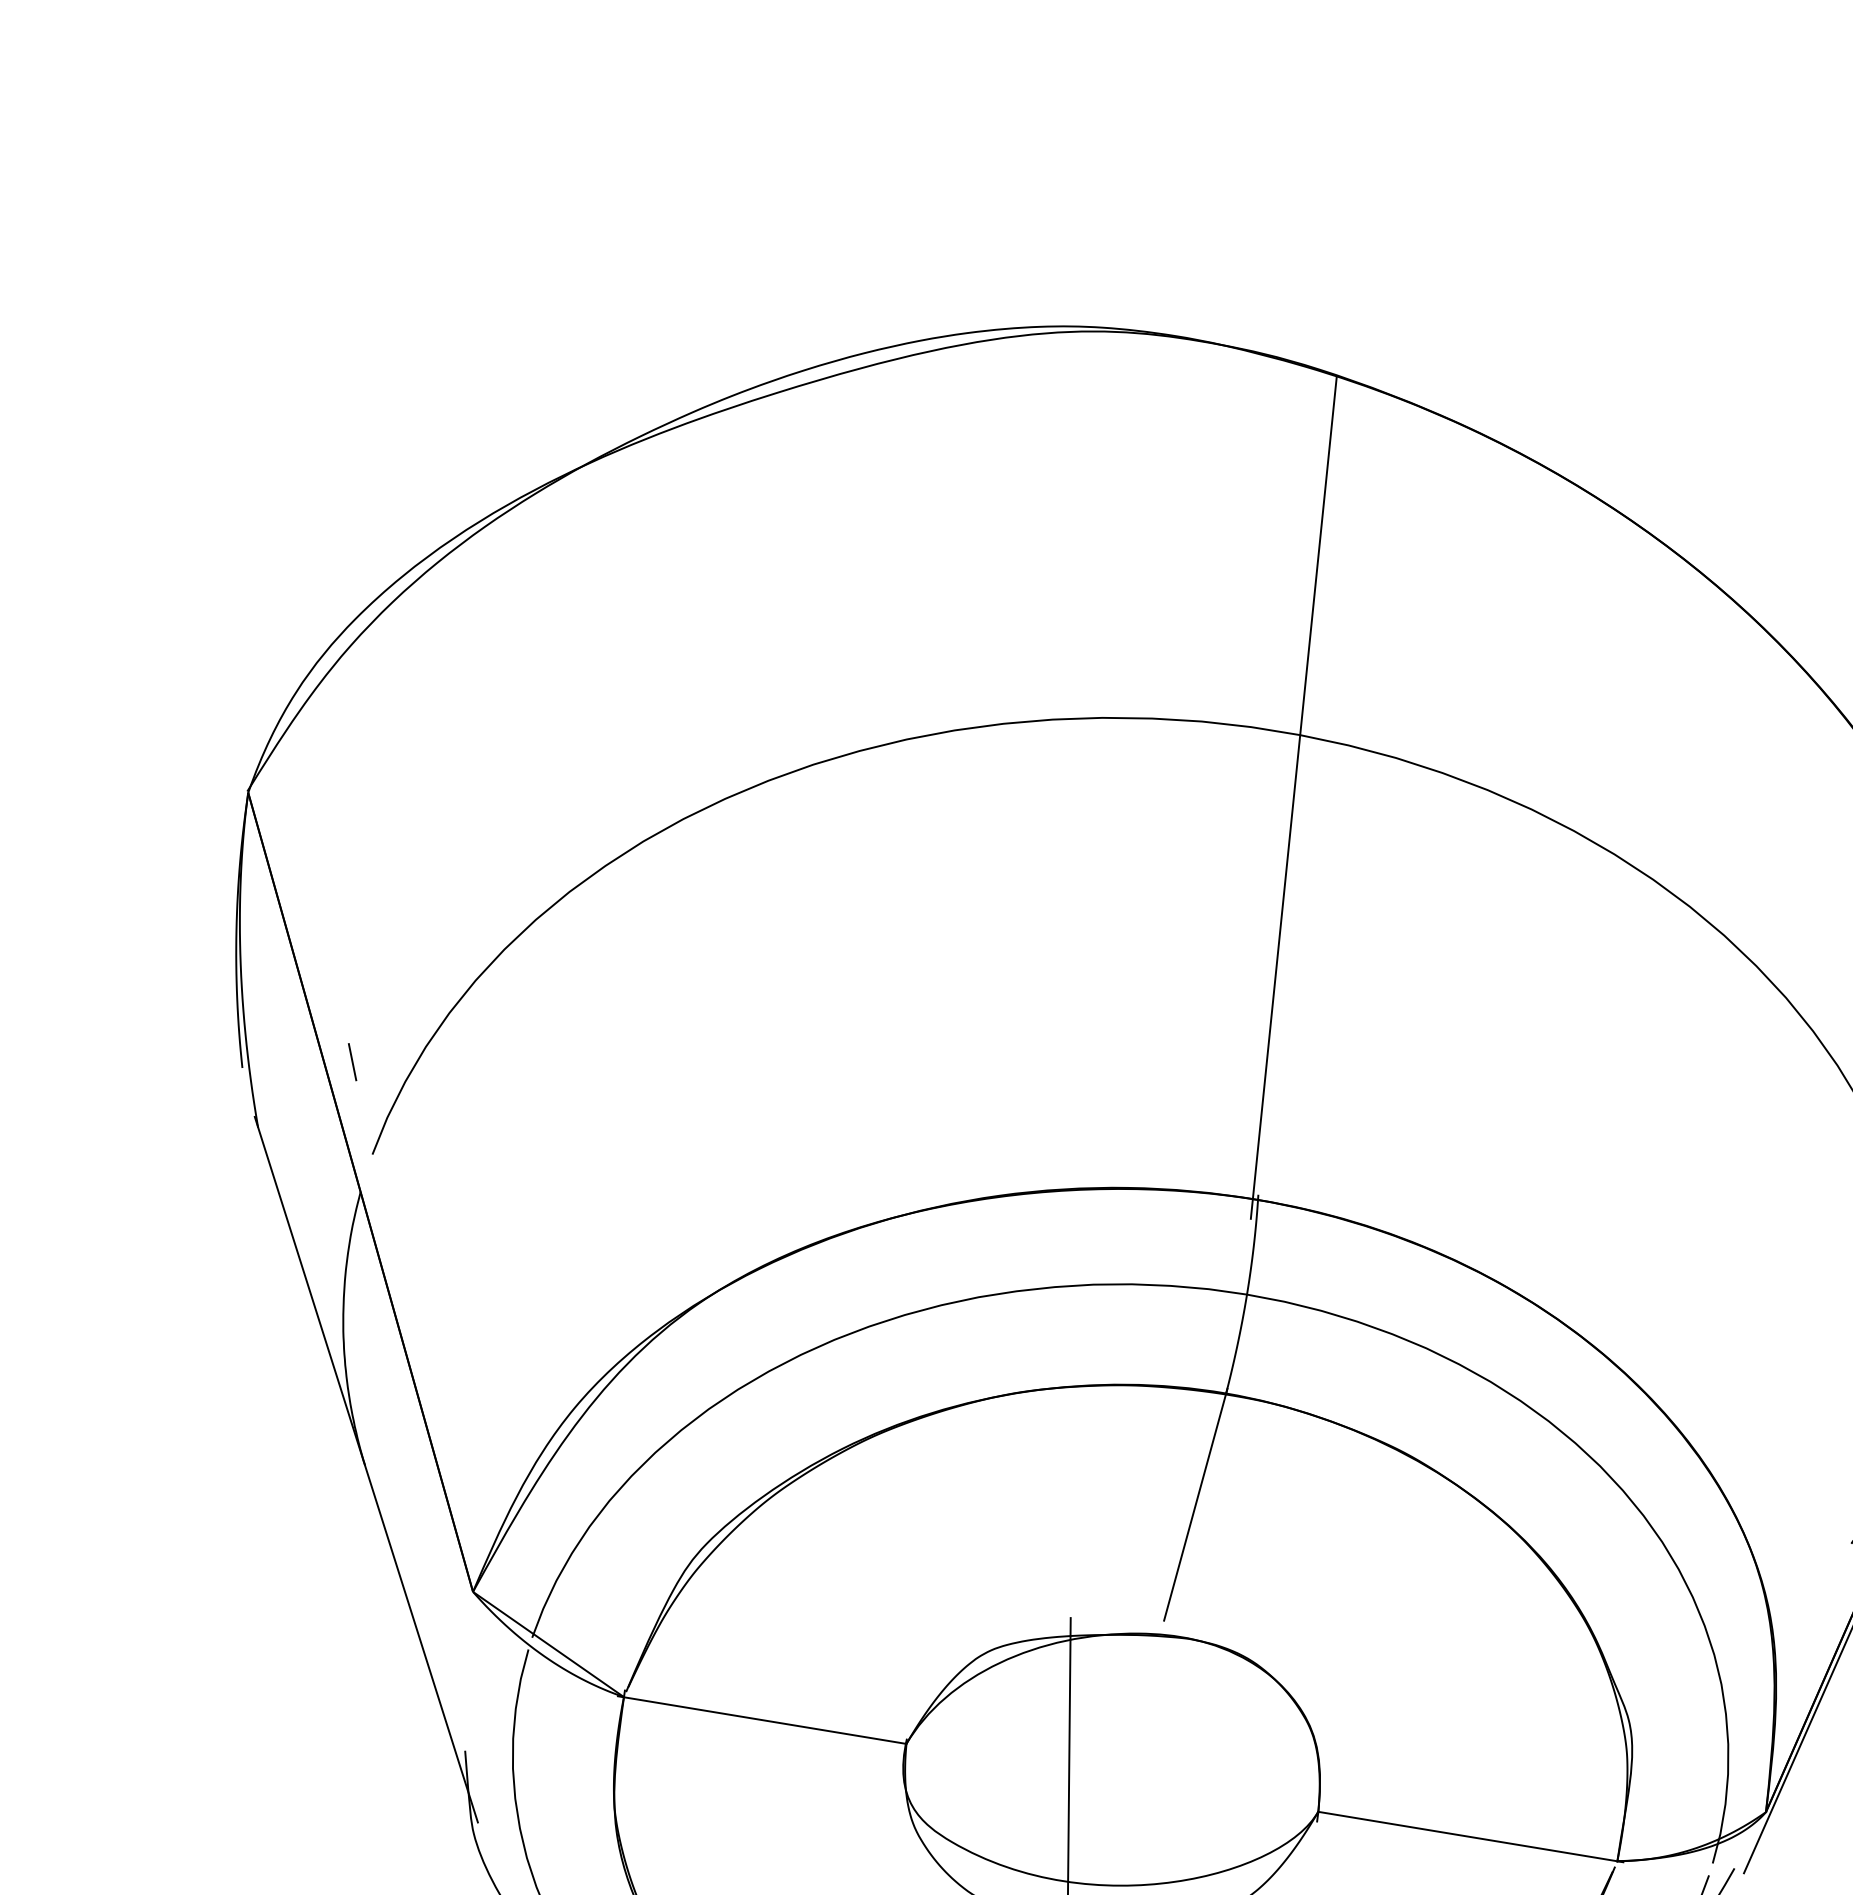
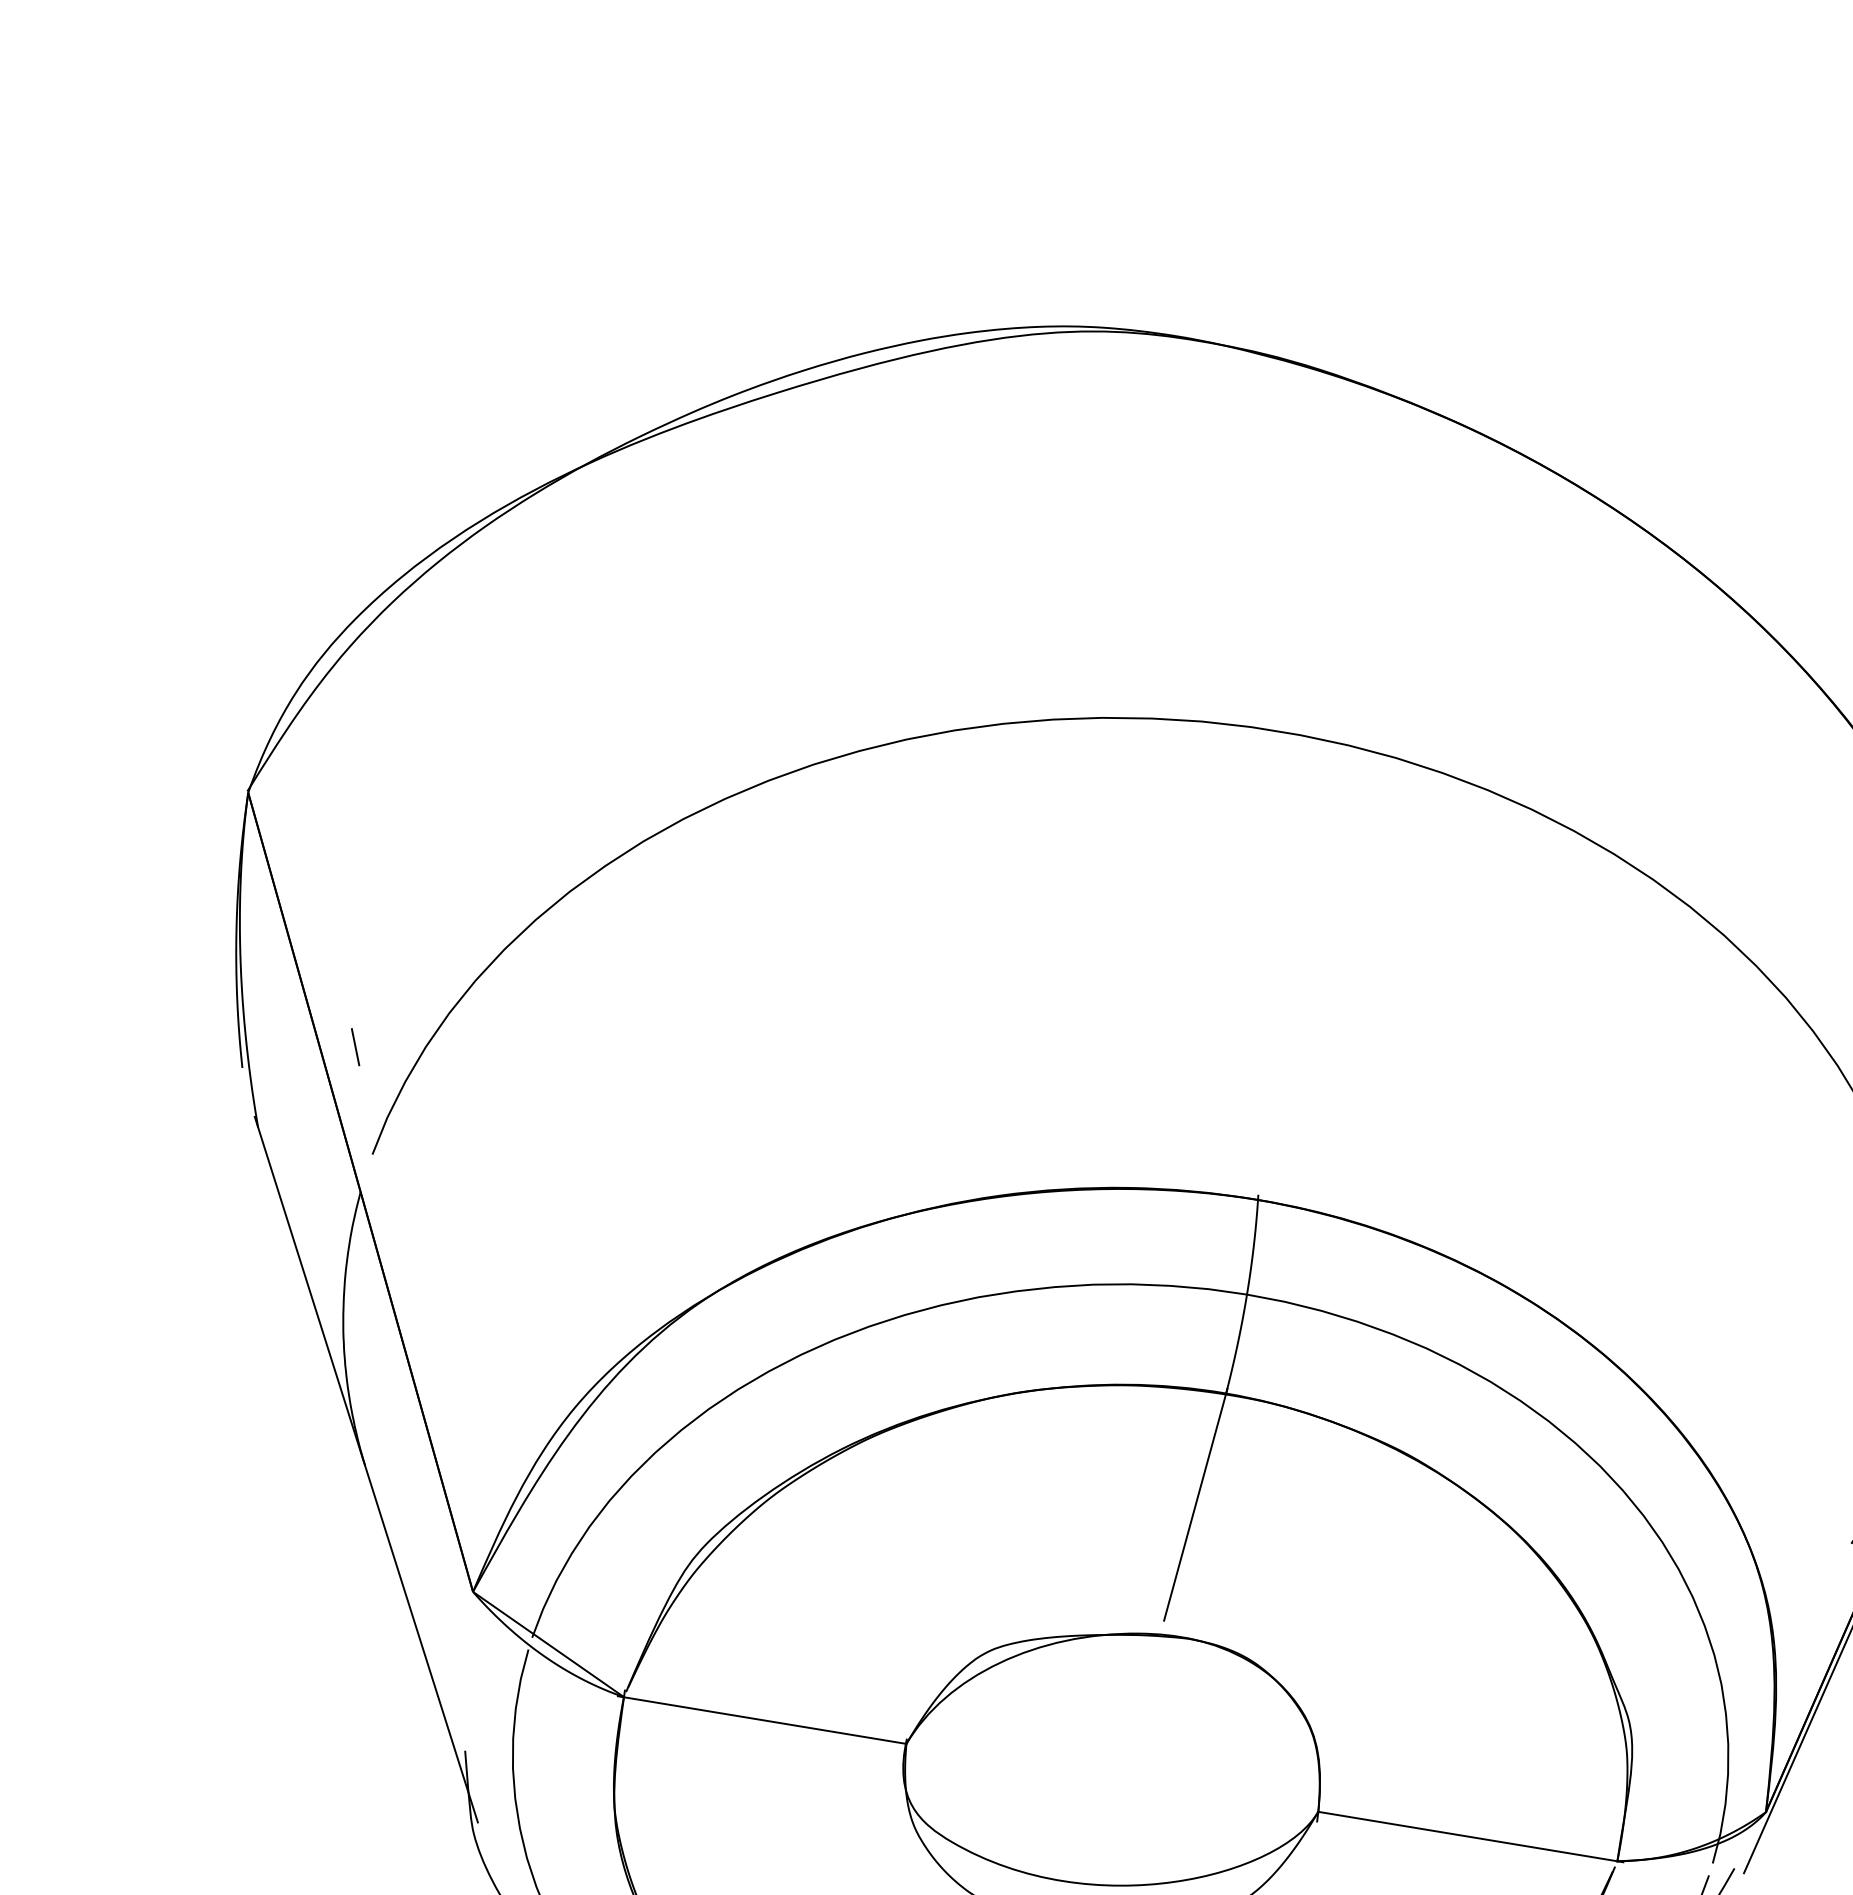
line at (1293, 797): present -> none
line at (352, 1062) position: (352, 1062) -> (355, 1047)
line at (1069, 1754): present -> none
